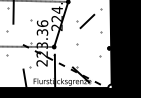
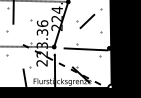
line at (85, 49): none -> present
